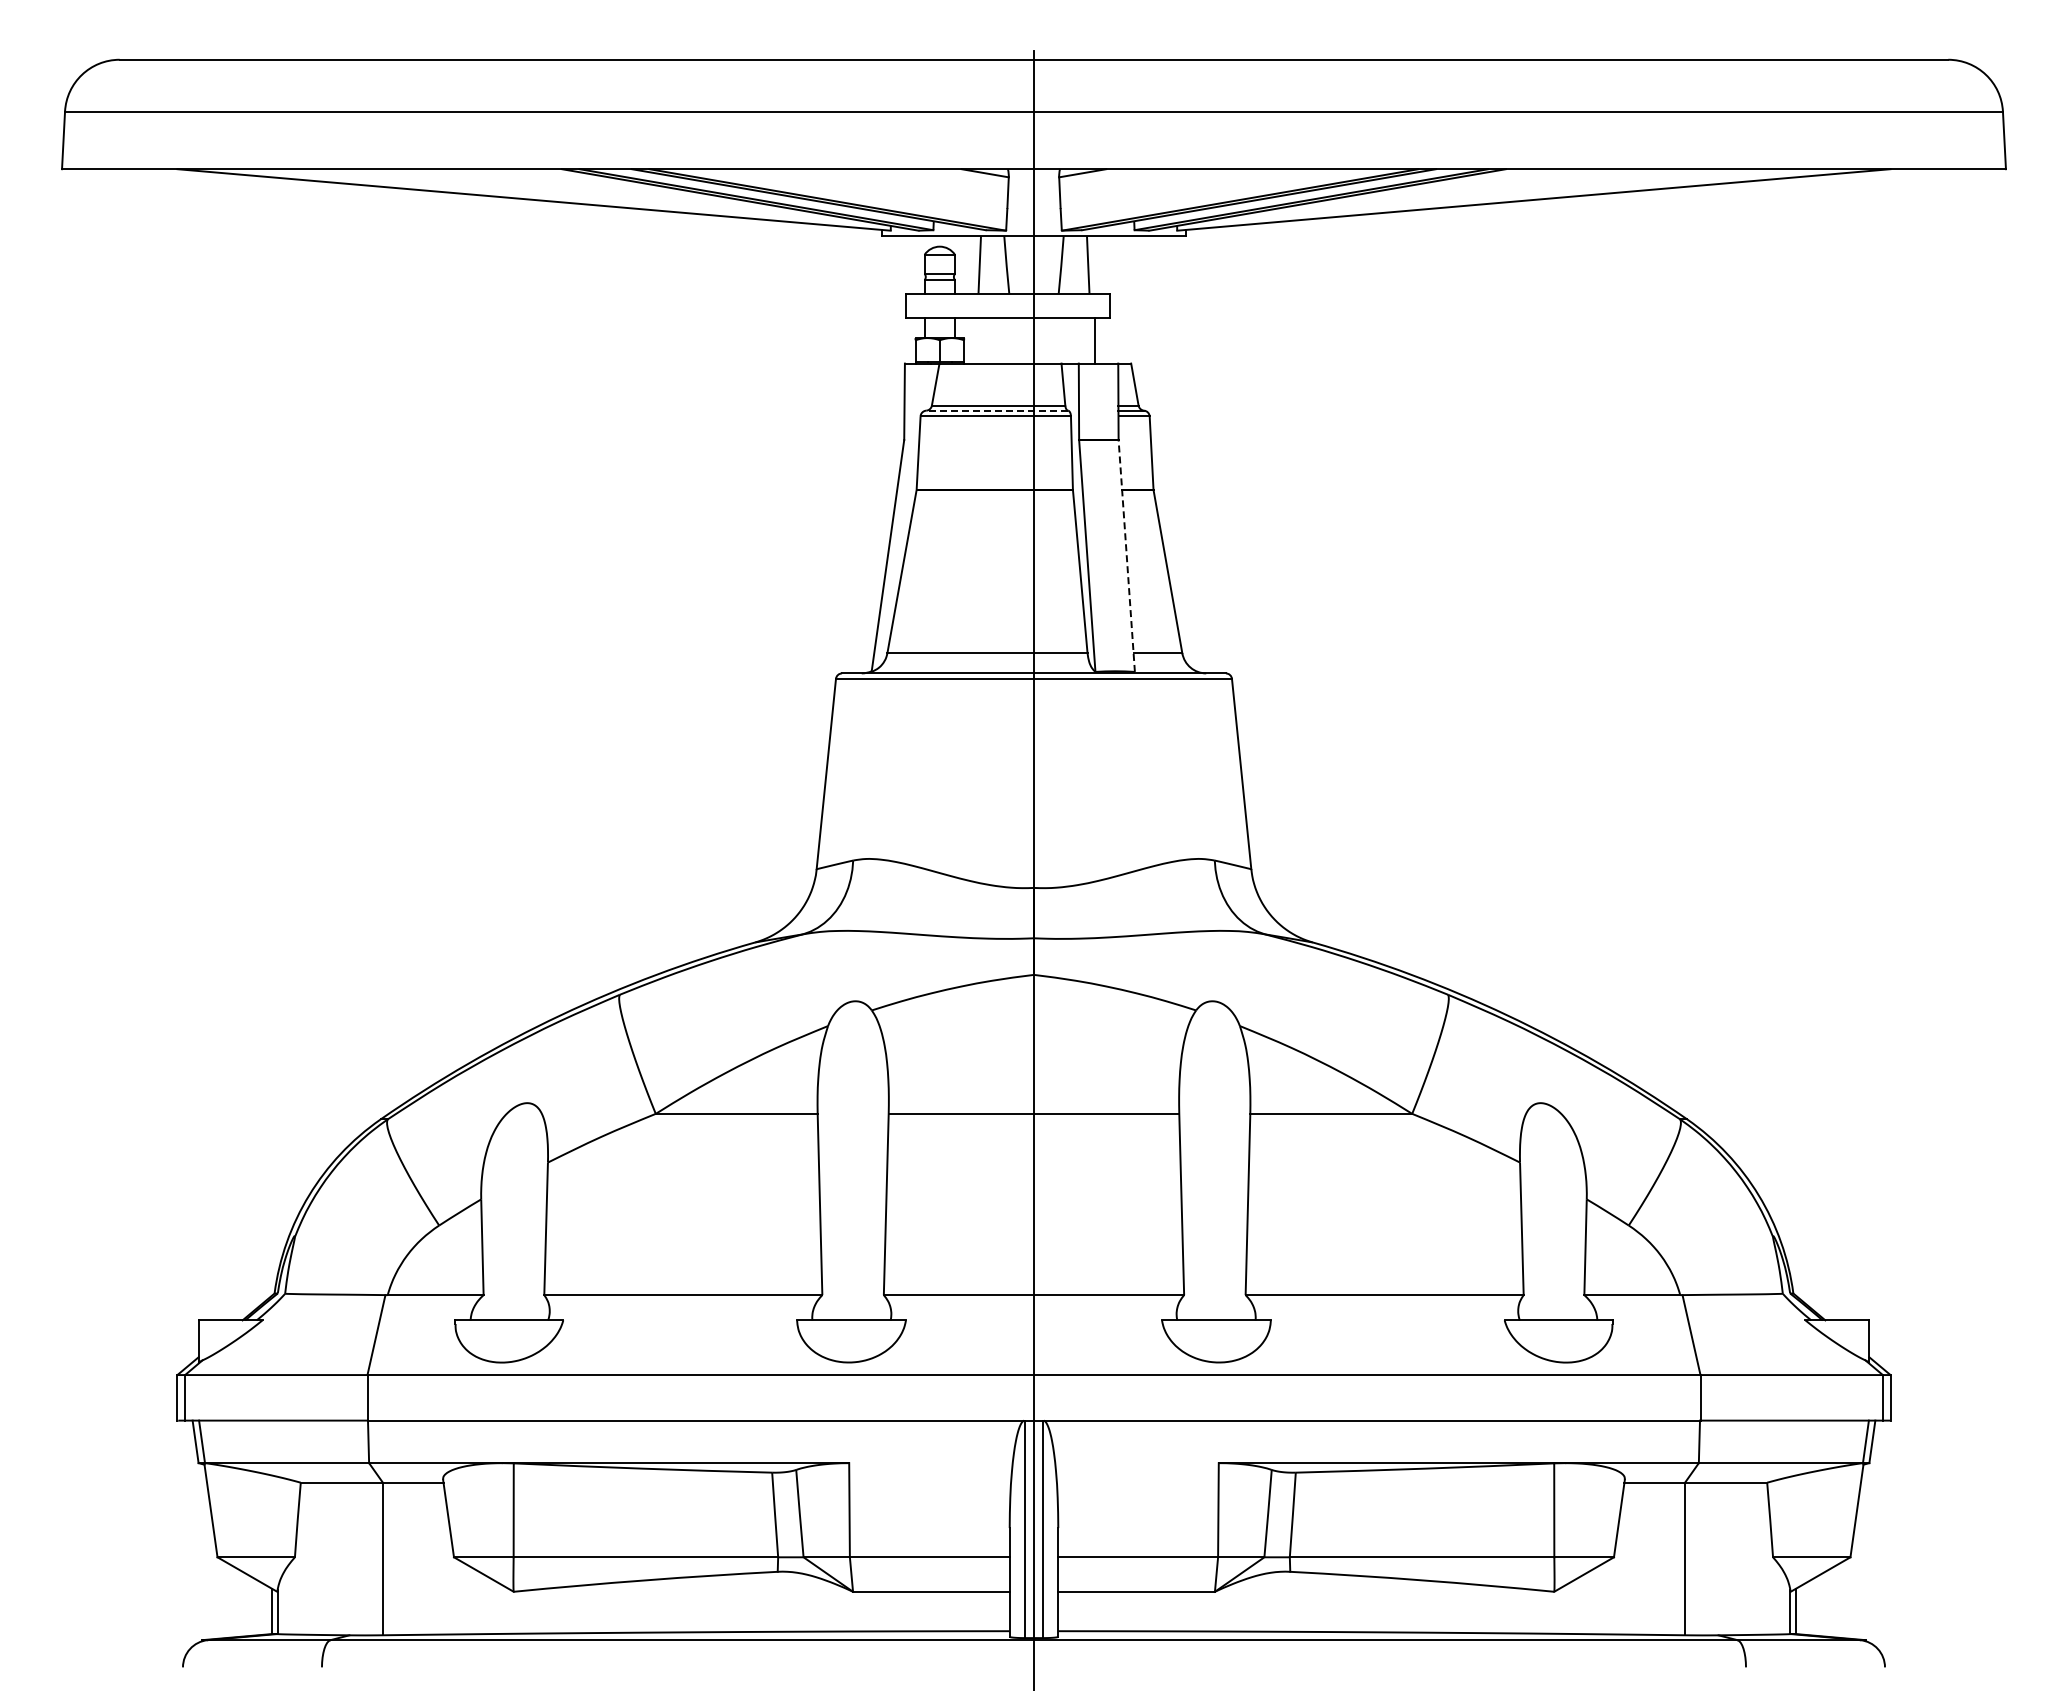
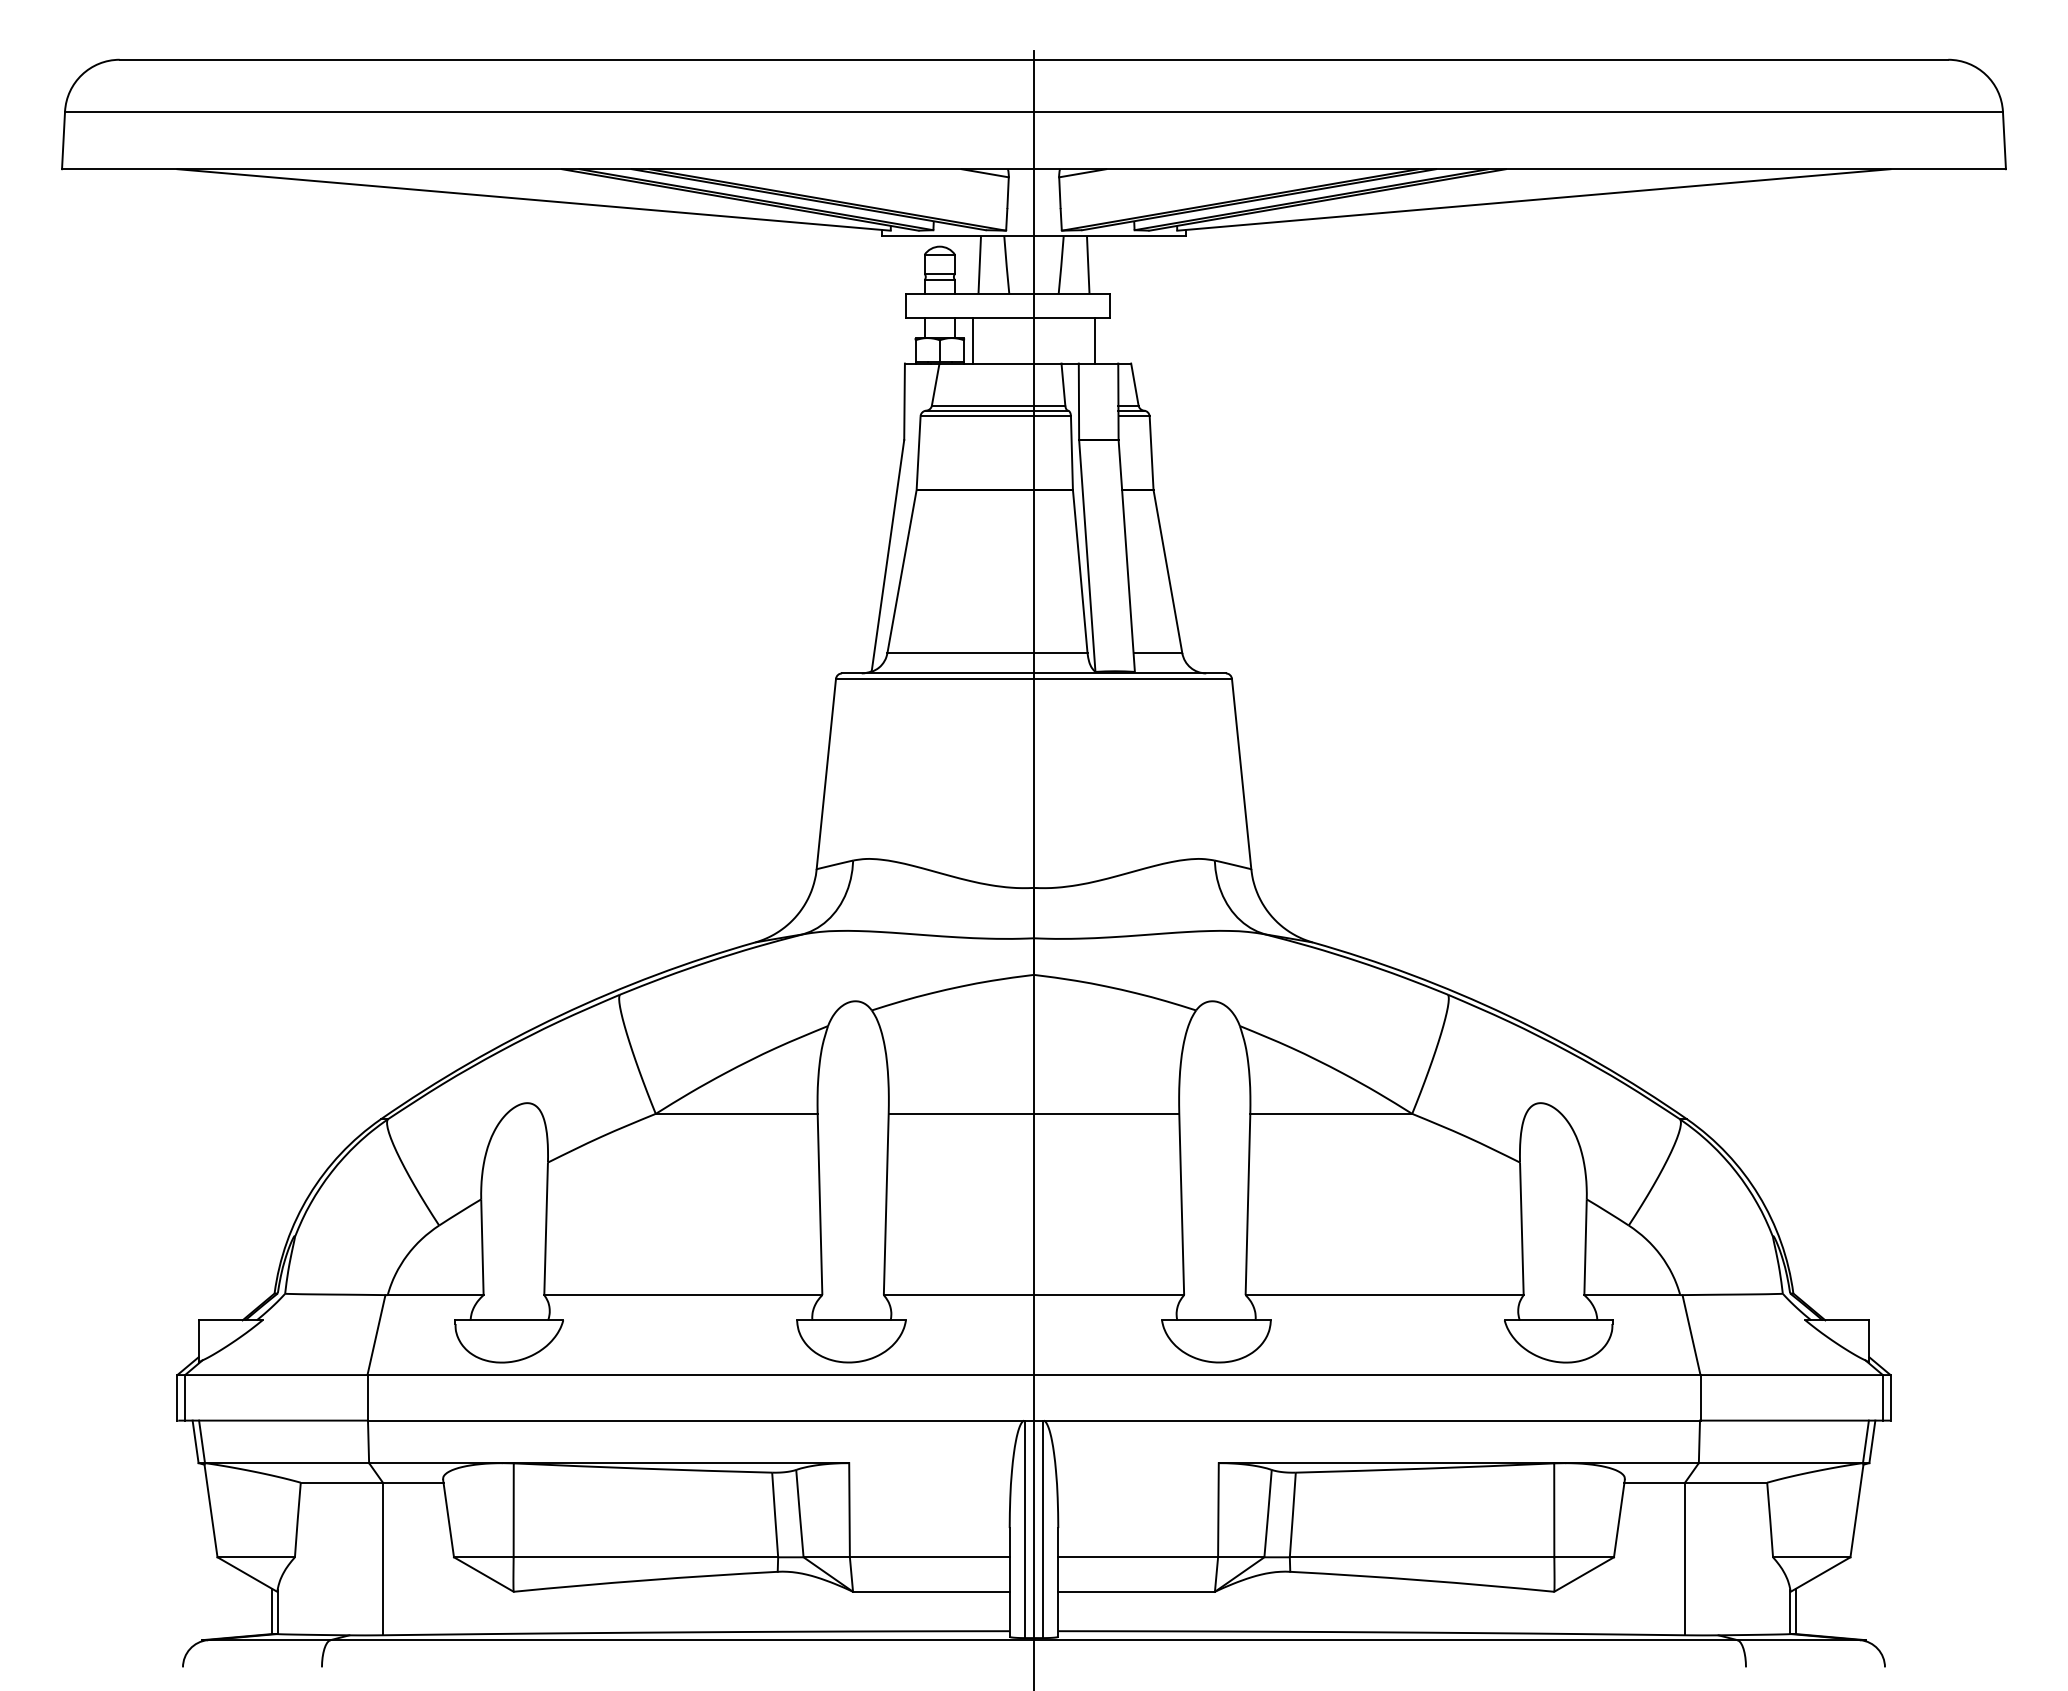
line at (973, 340): none -> present
line at (997, 410): dashed -> solid
line at (1126, 555): dashed -> solid
